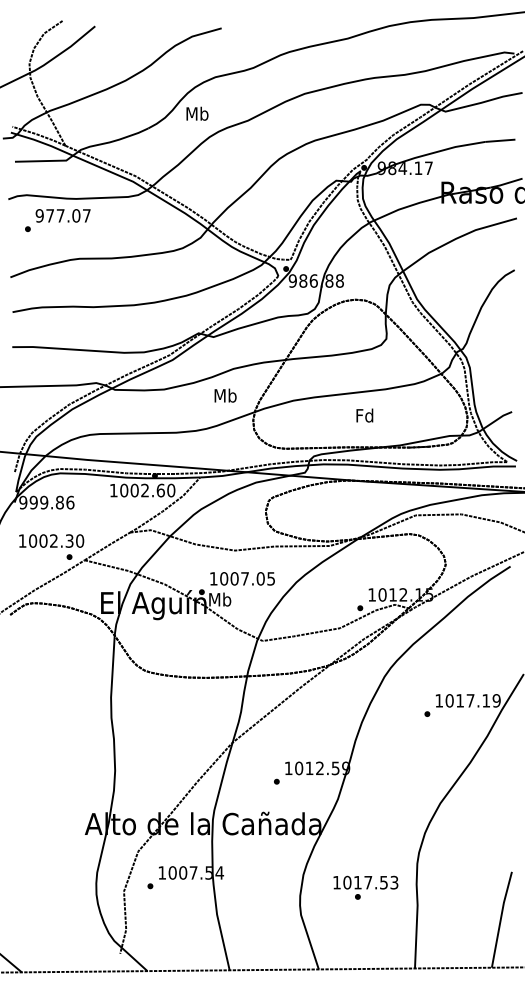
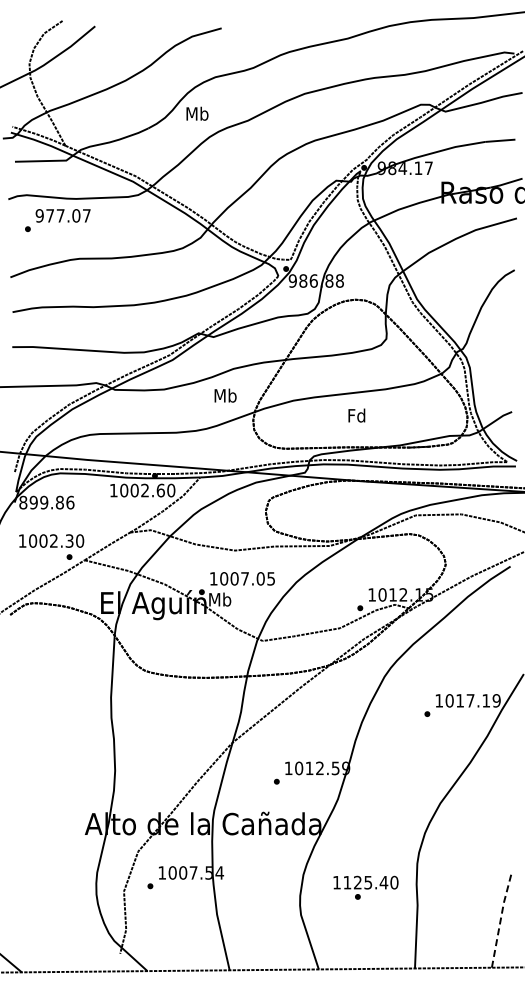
text at (364, 415) position: (364, 415) -> (356, 415)
text at (23, 502): 999.86 -> 899.86
text at (370, 882): 1017.53 -> 1125.40
line at (500, 919): solid -> dashed
